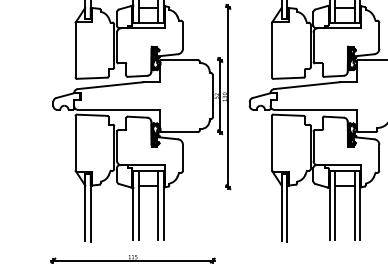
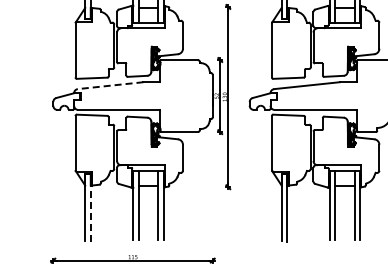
line at (110, 85): solid -> dashed
line at (90, 208): solid -> dashed
